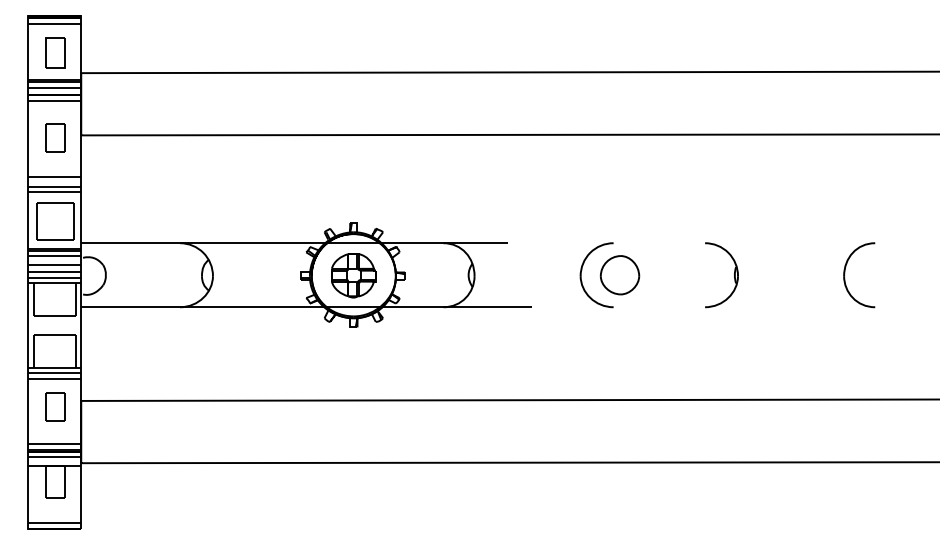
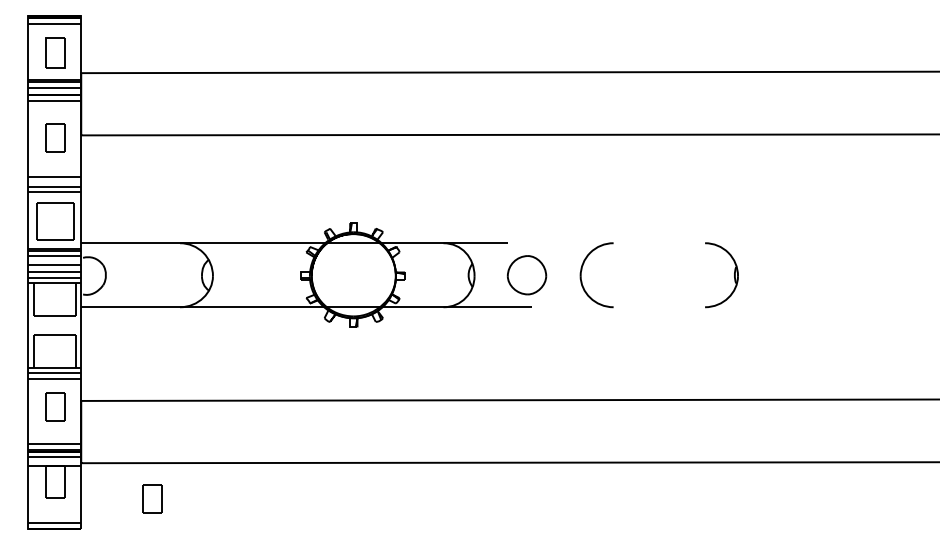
part at (845, 274): present -> none
part at (353, 275): present -> none
part at (620, 275) position: (620, 275) -> (527, 275)
part at (152, 498): none -> present
